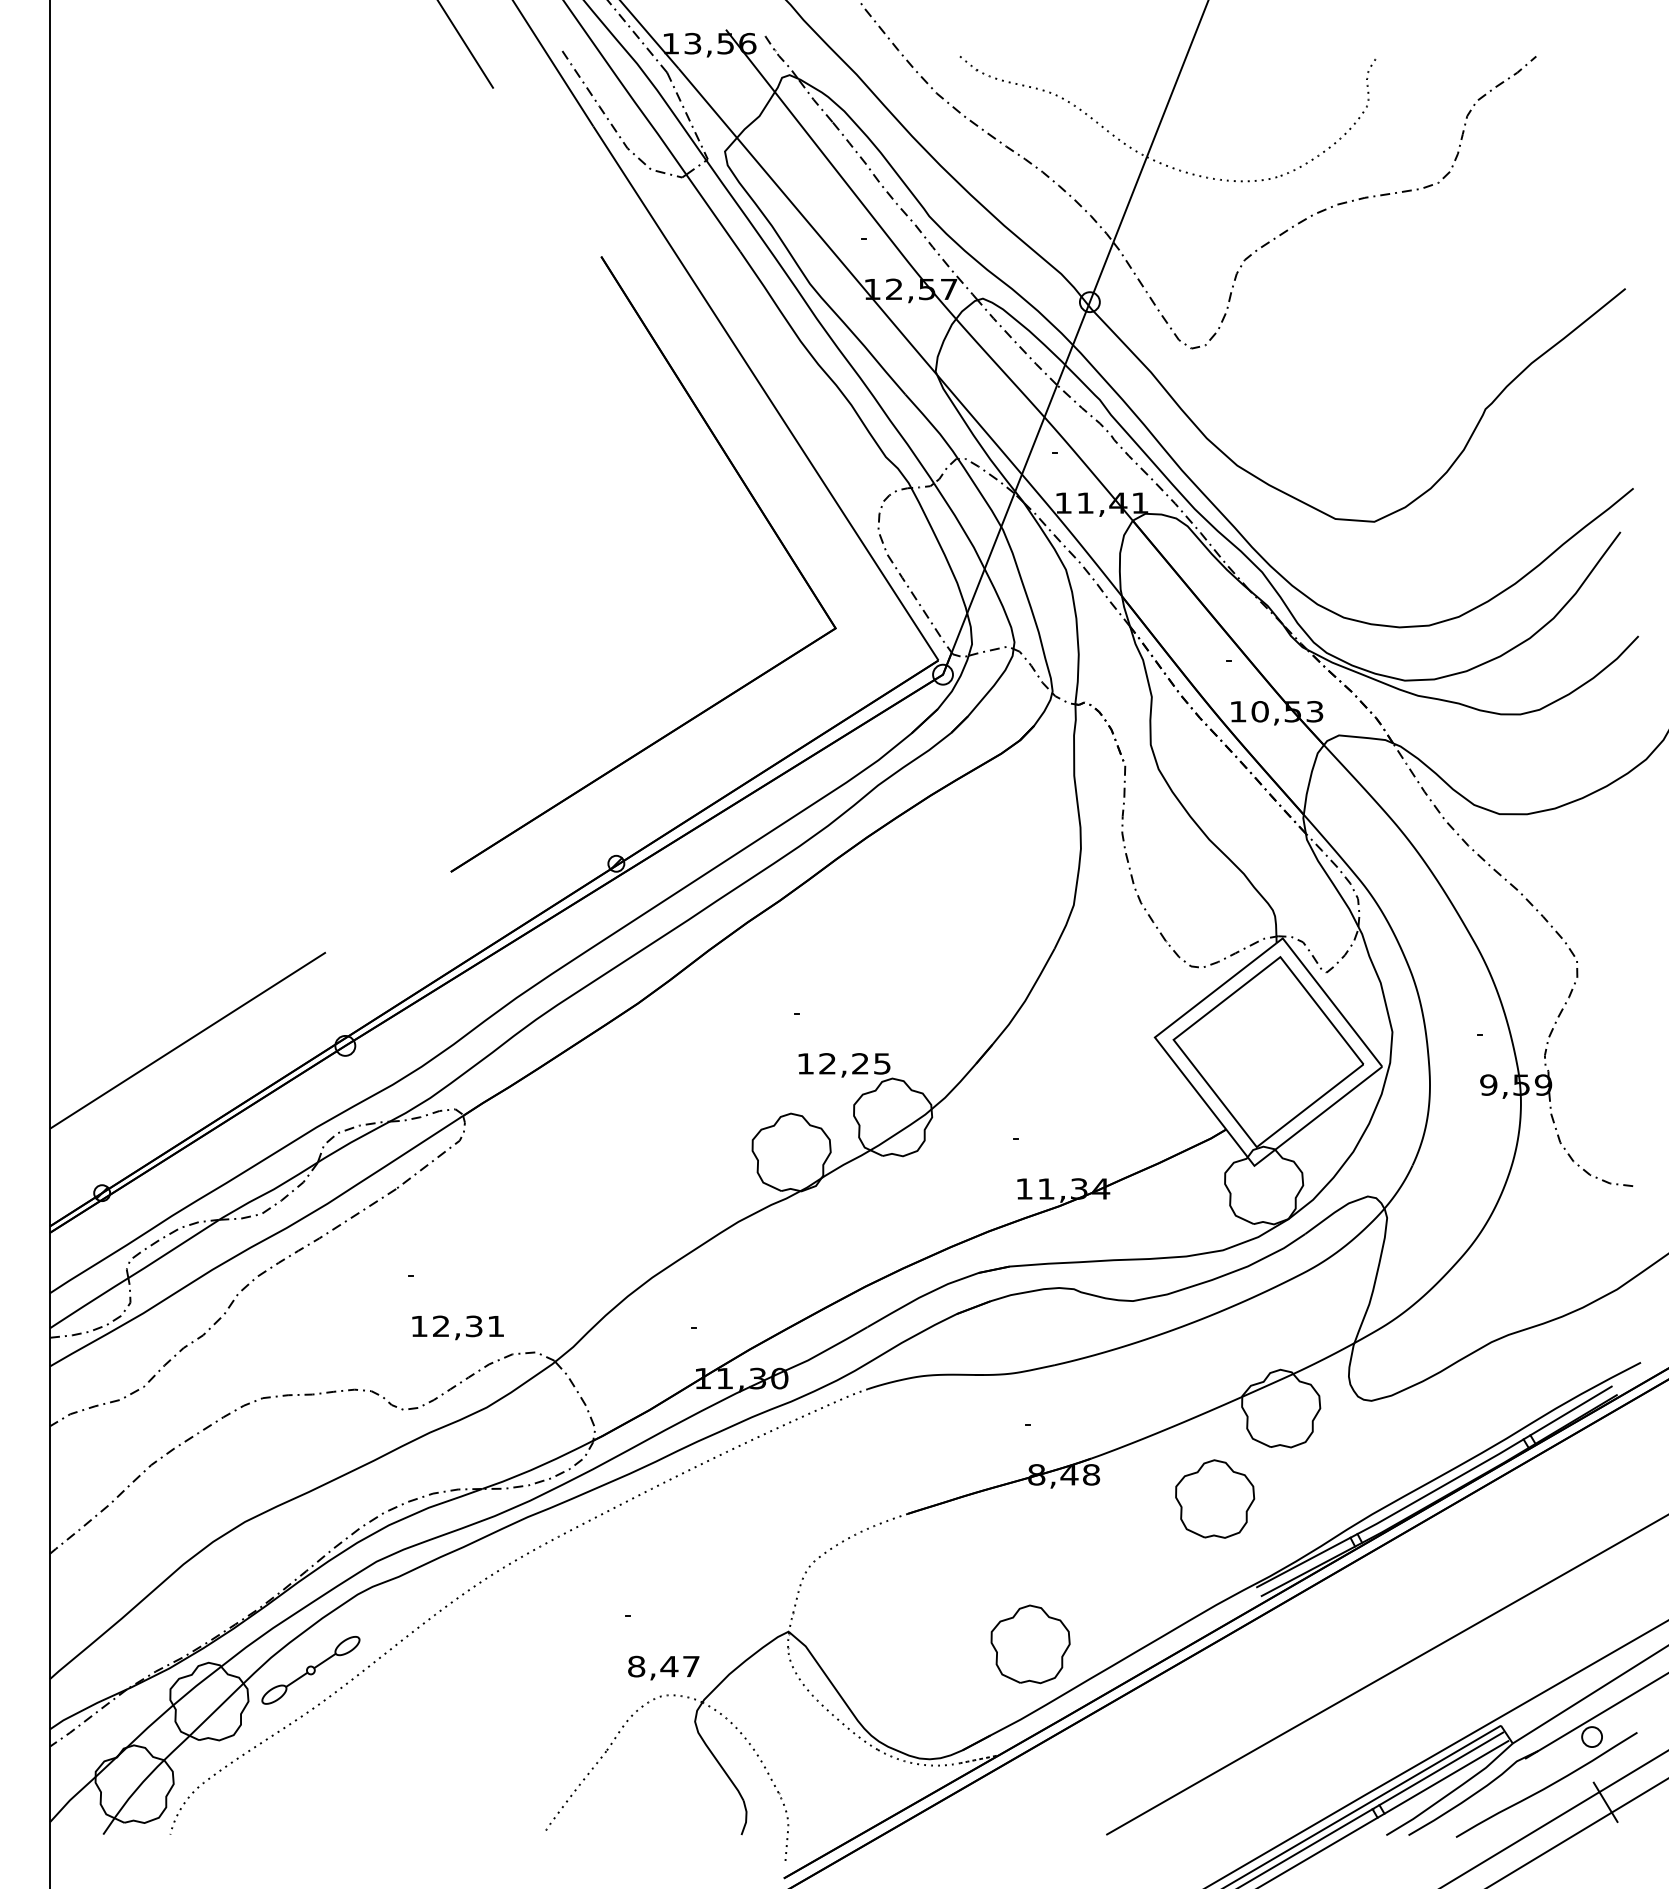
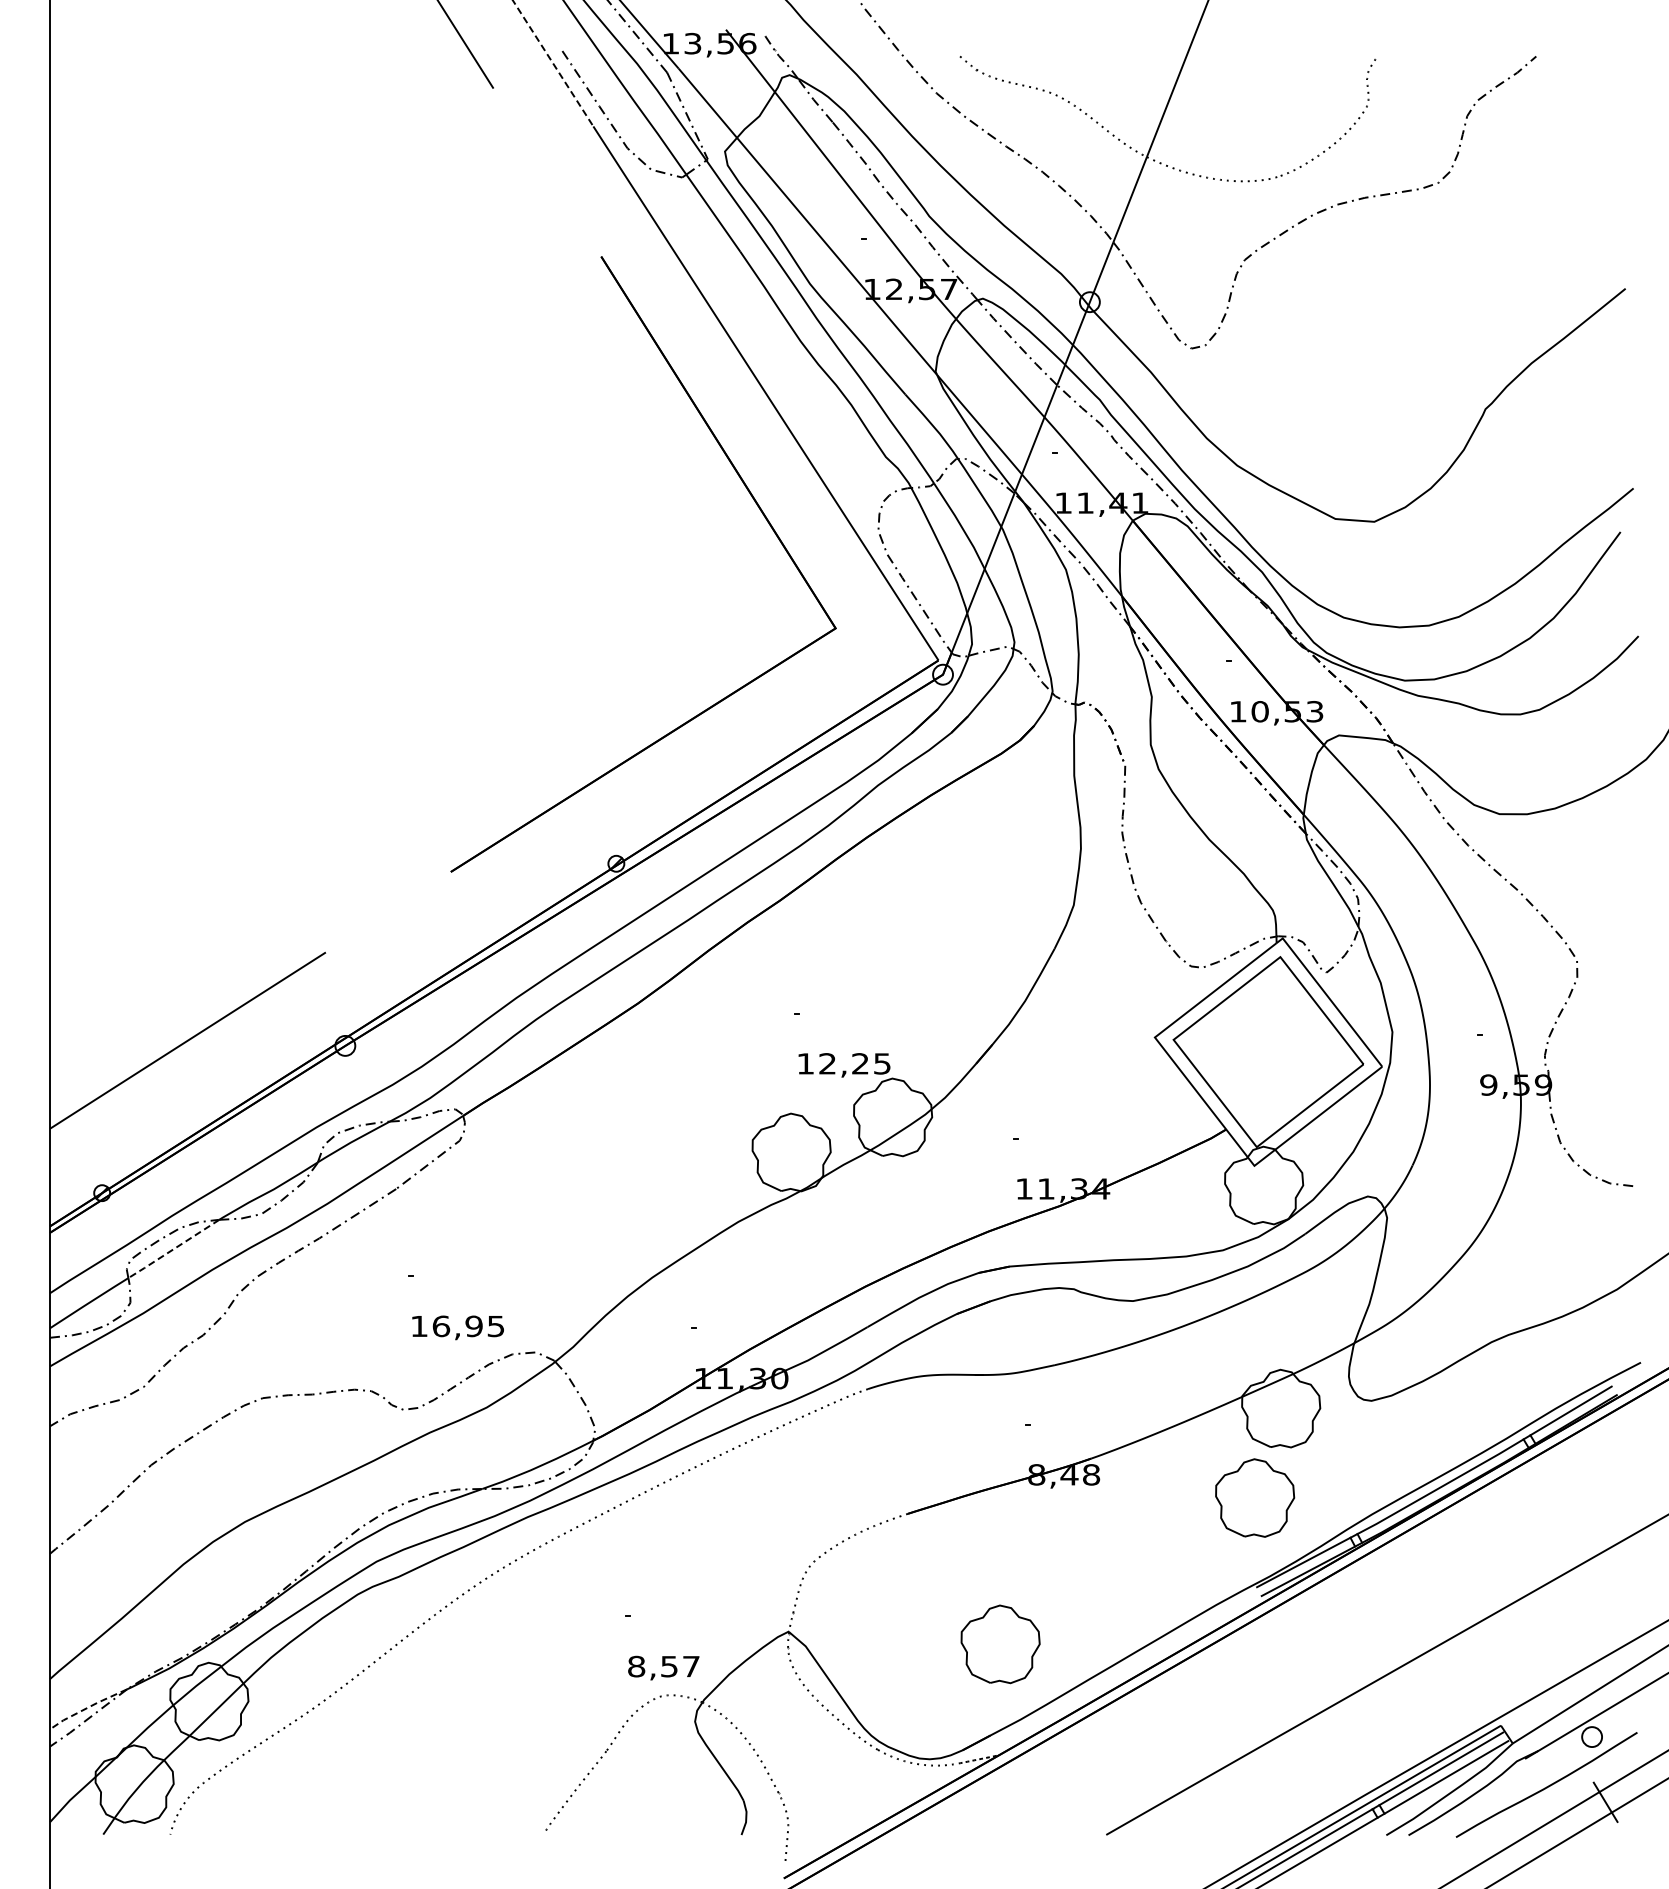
line at (553, 63): solid -> dashed
line at (173, 1249): solid -> dashed
text at (467, 1326): 12,31 -> 16,95
part at (1215, 1498) position: (1215, 1498) -> (1255, 1497)
part at (1030, 1644) position: (1030, 1644) -> (1000, 1644)
text at (669, 1666): 8,47 -> 8,57
part at (310, 1670): present -> none
line at (86, 1708): solid -> dashed
